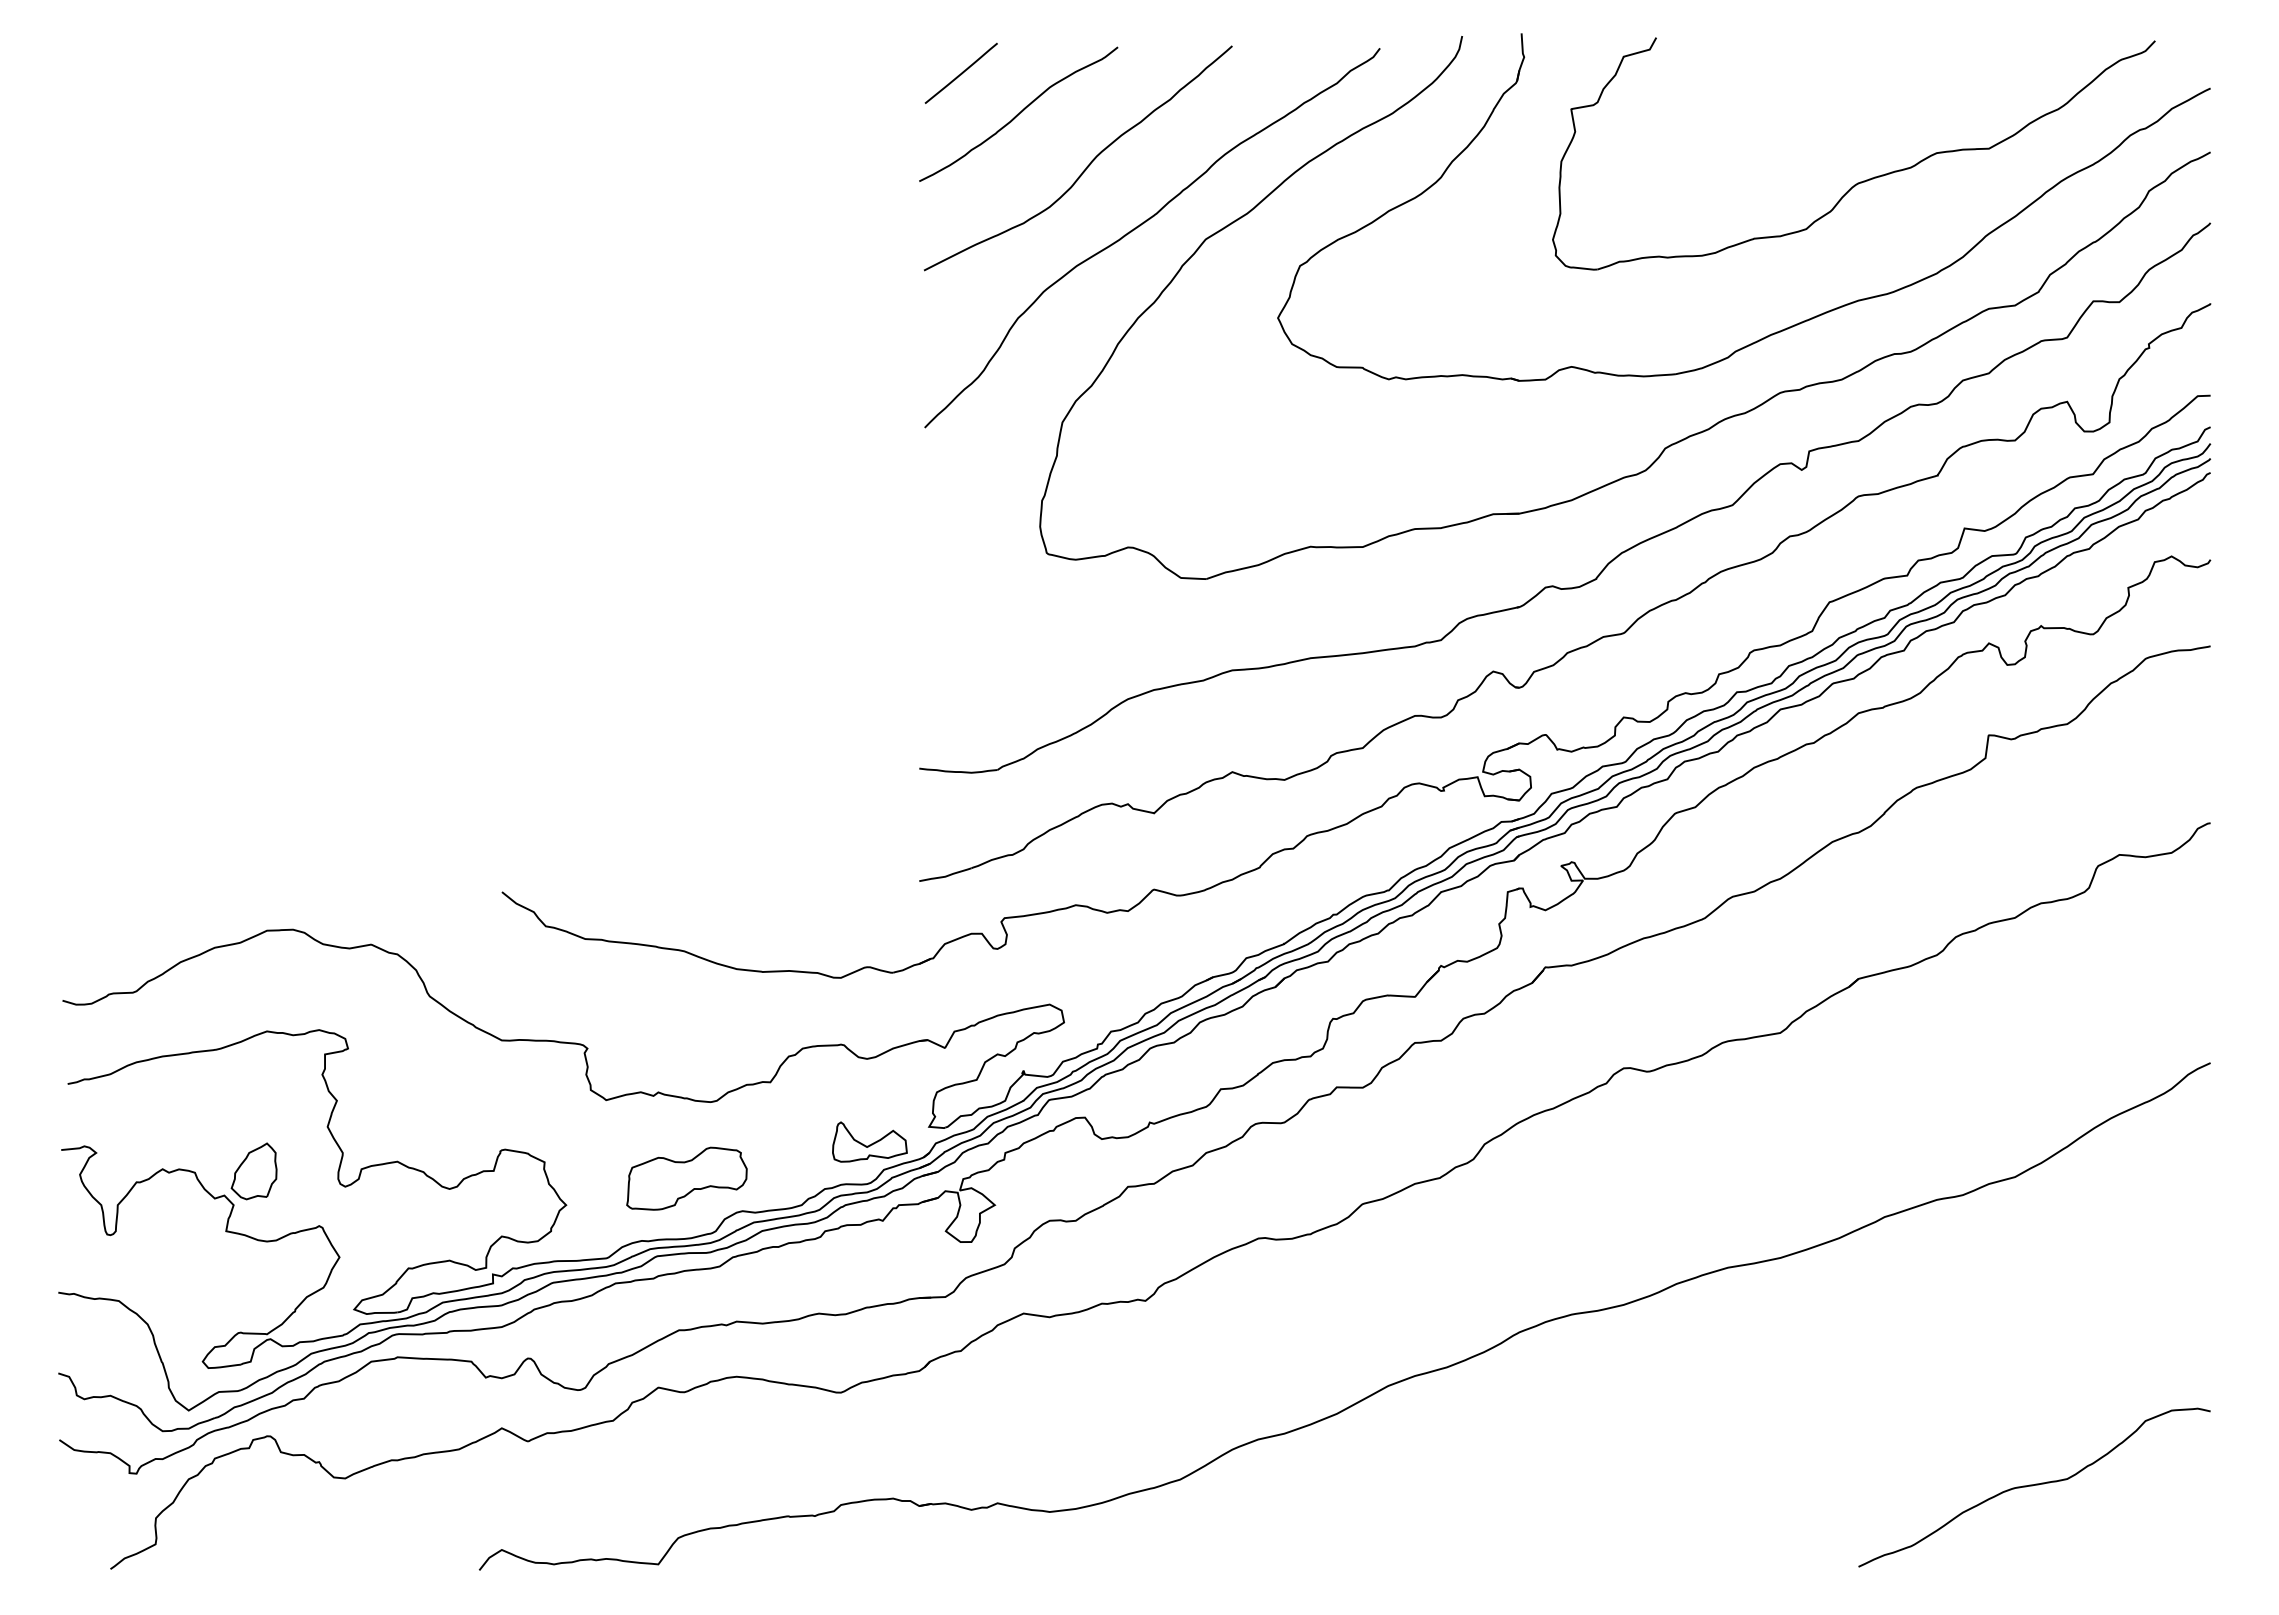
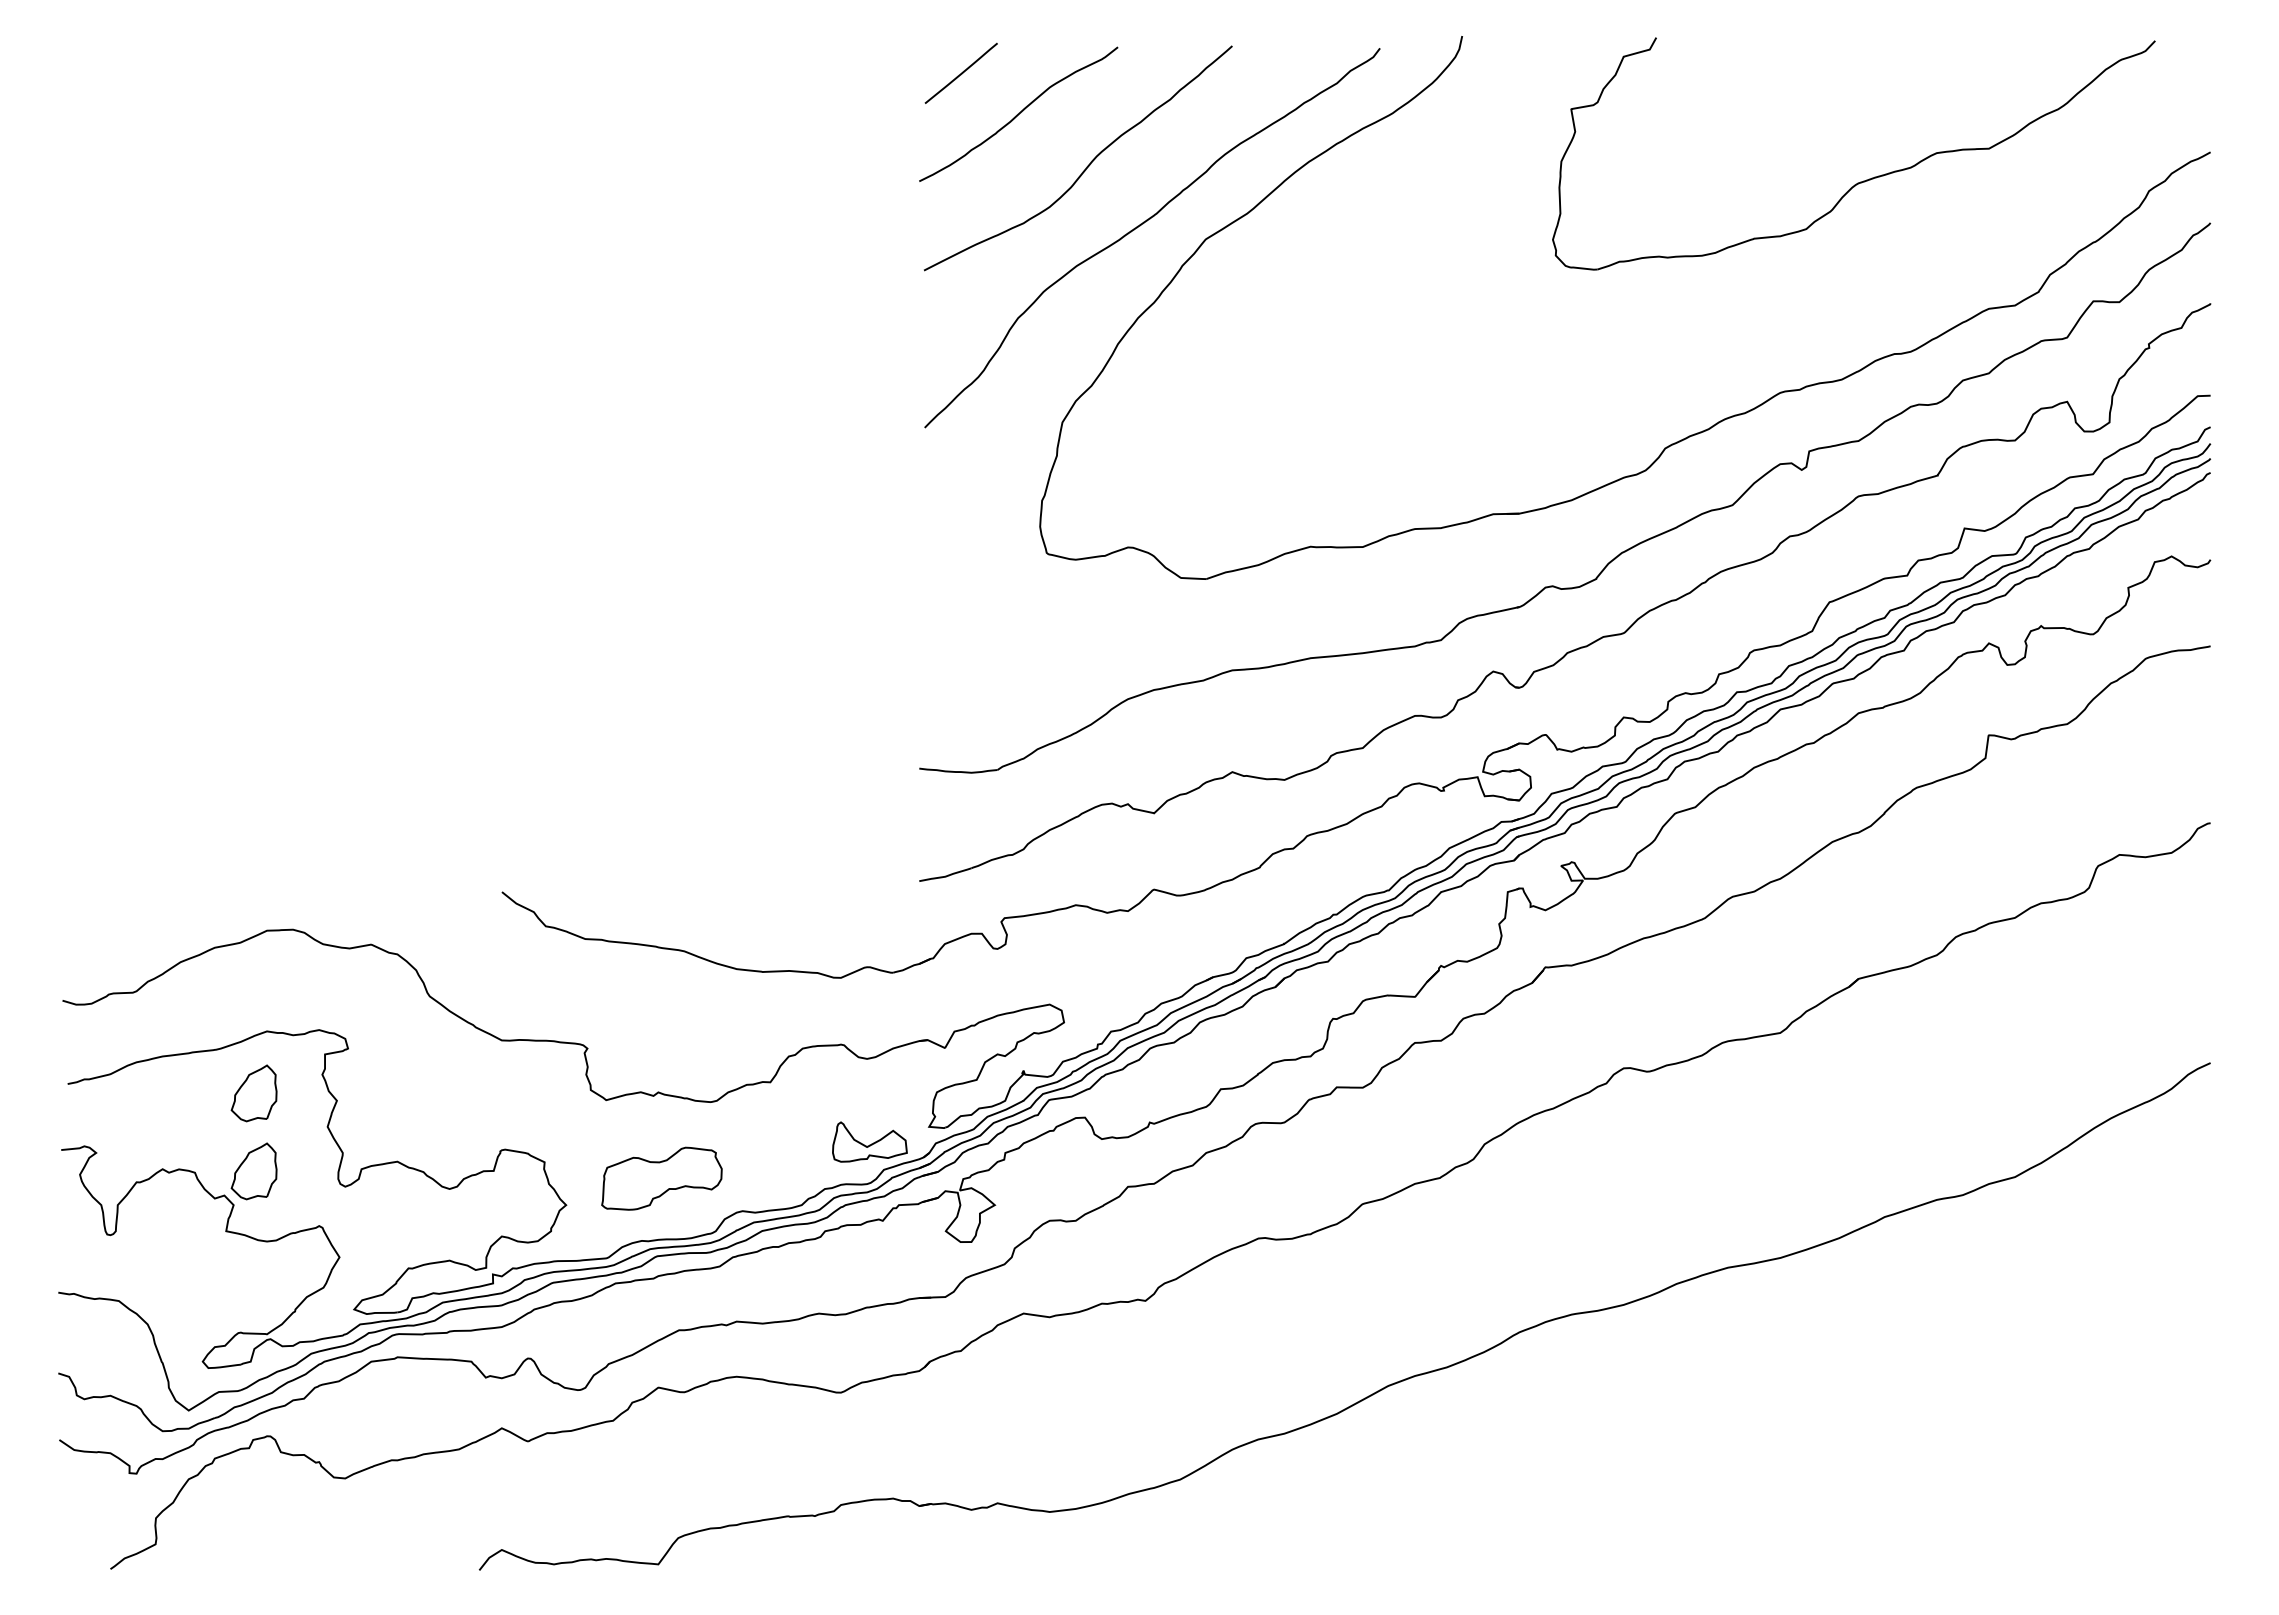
part at (1791, 325): present -> none
part at (253, 1093): none -> present
part at (686, 1178) position: (686, 1178) -> (661, 1178)
curve at (2034, 1485): present -> none
